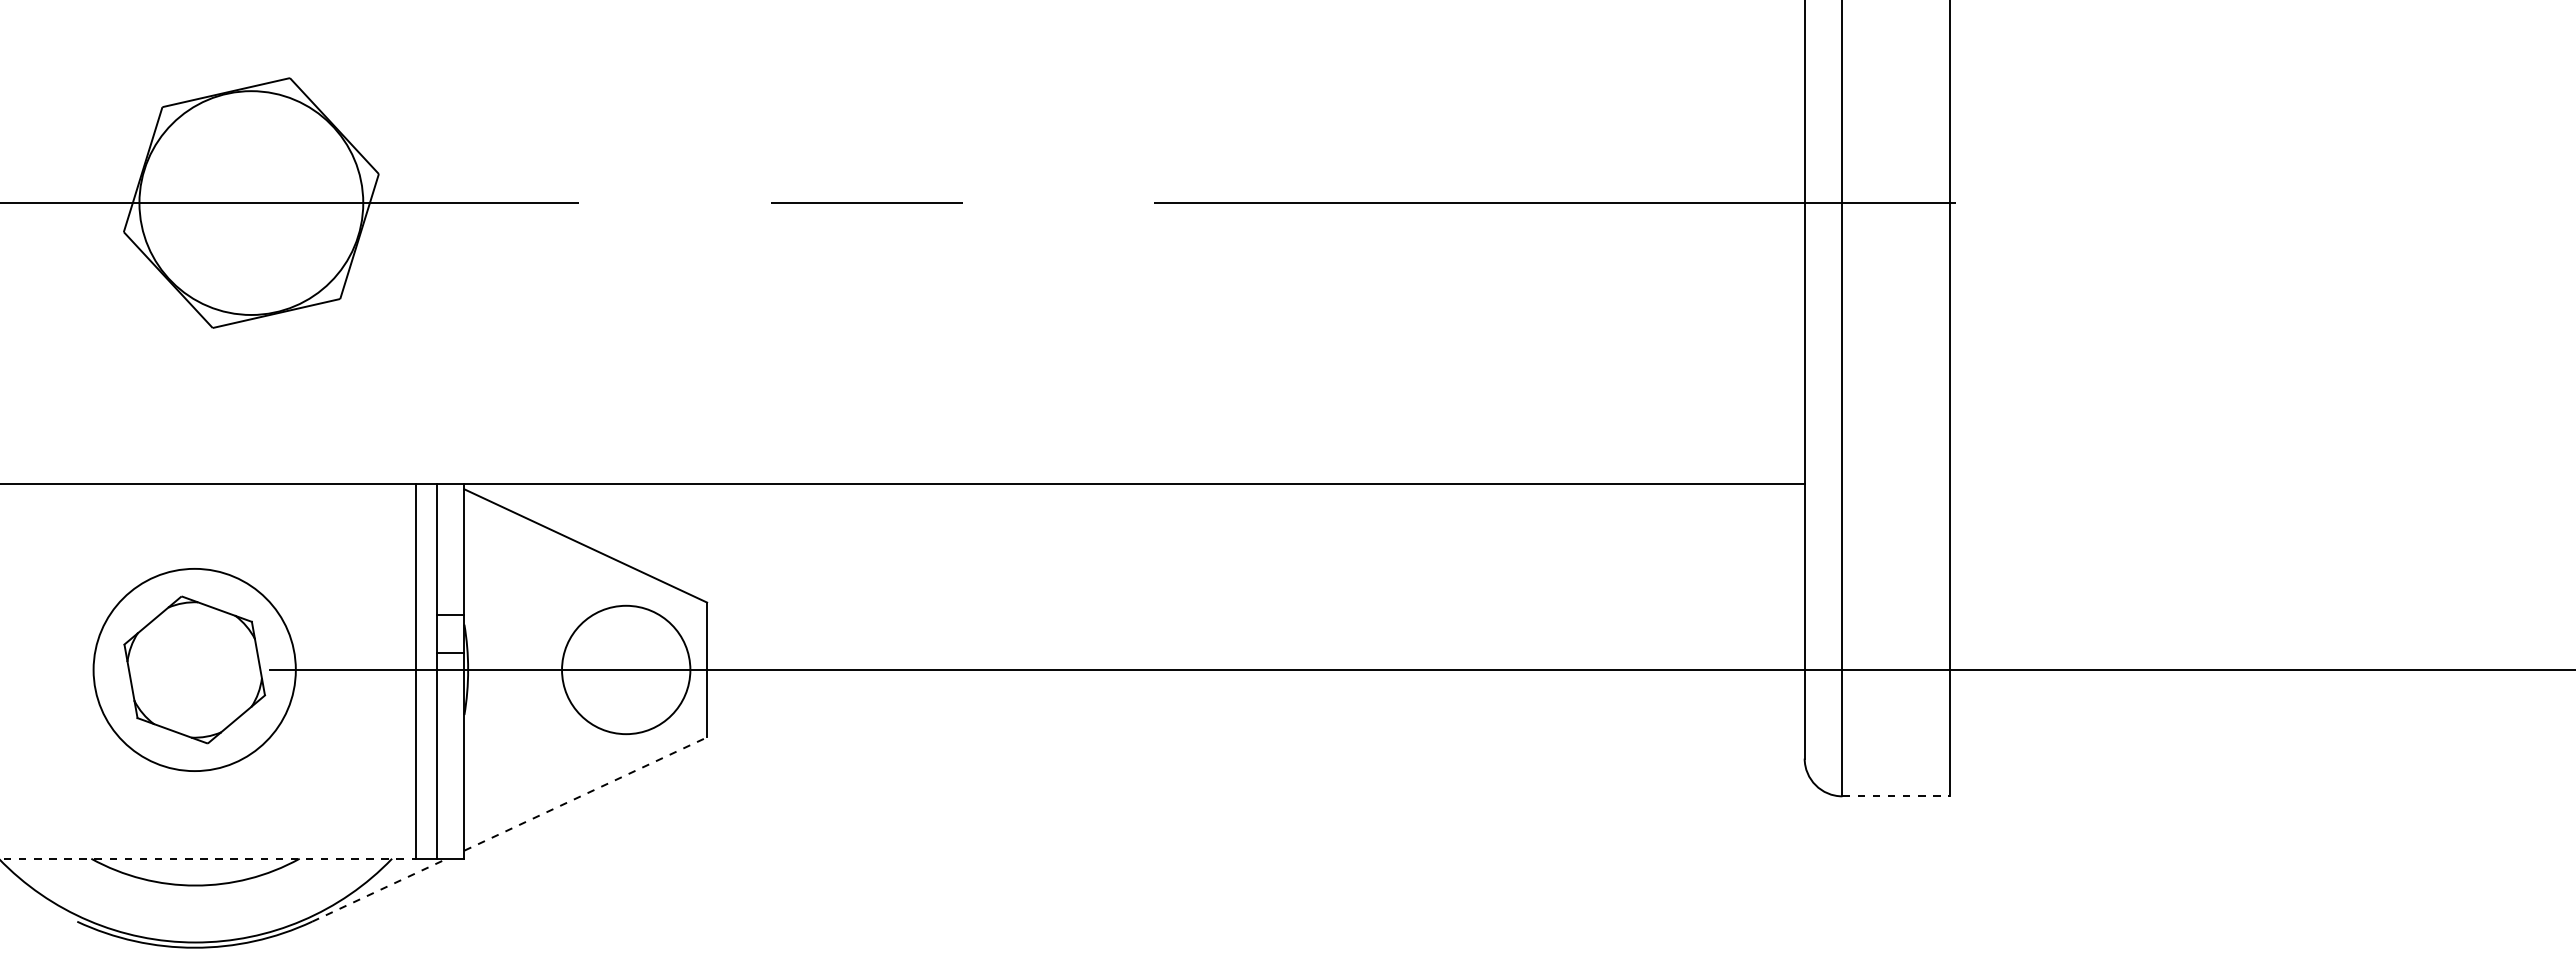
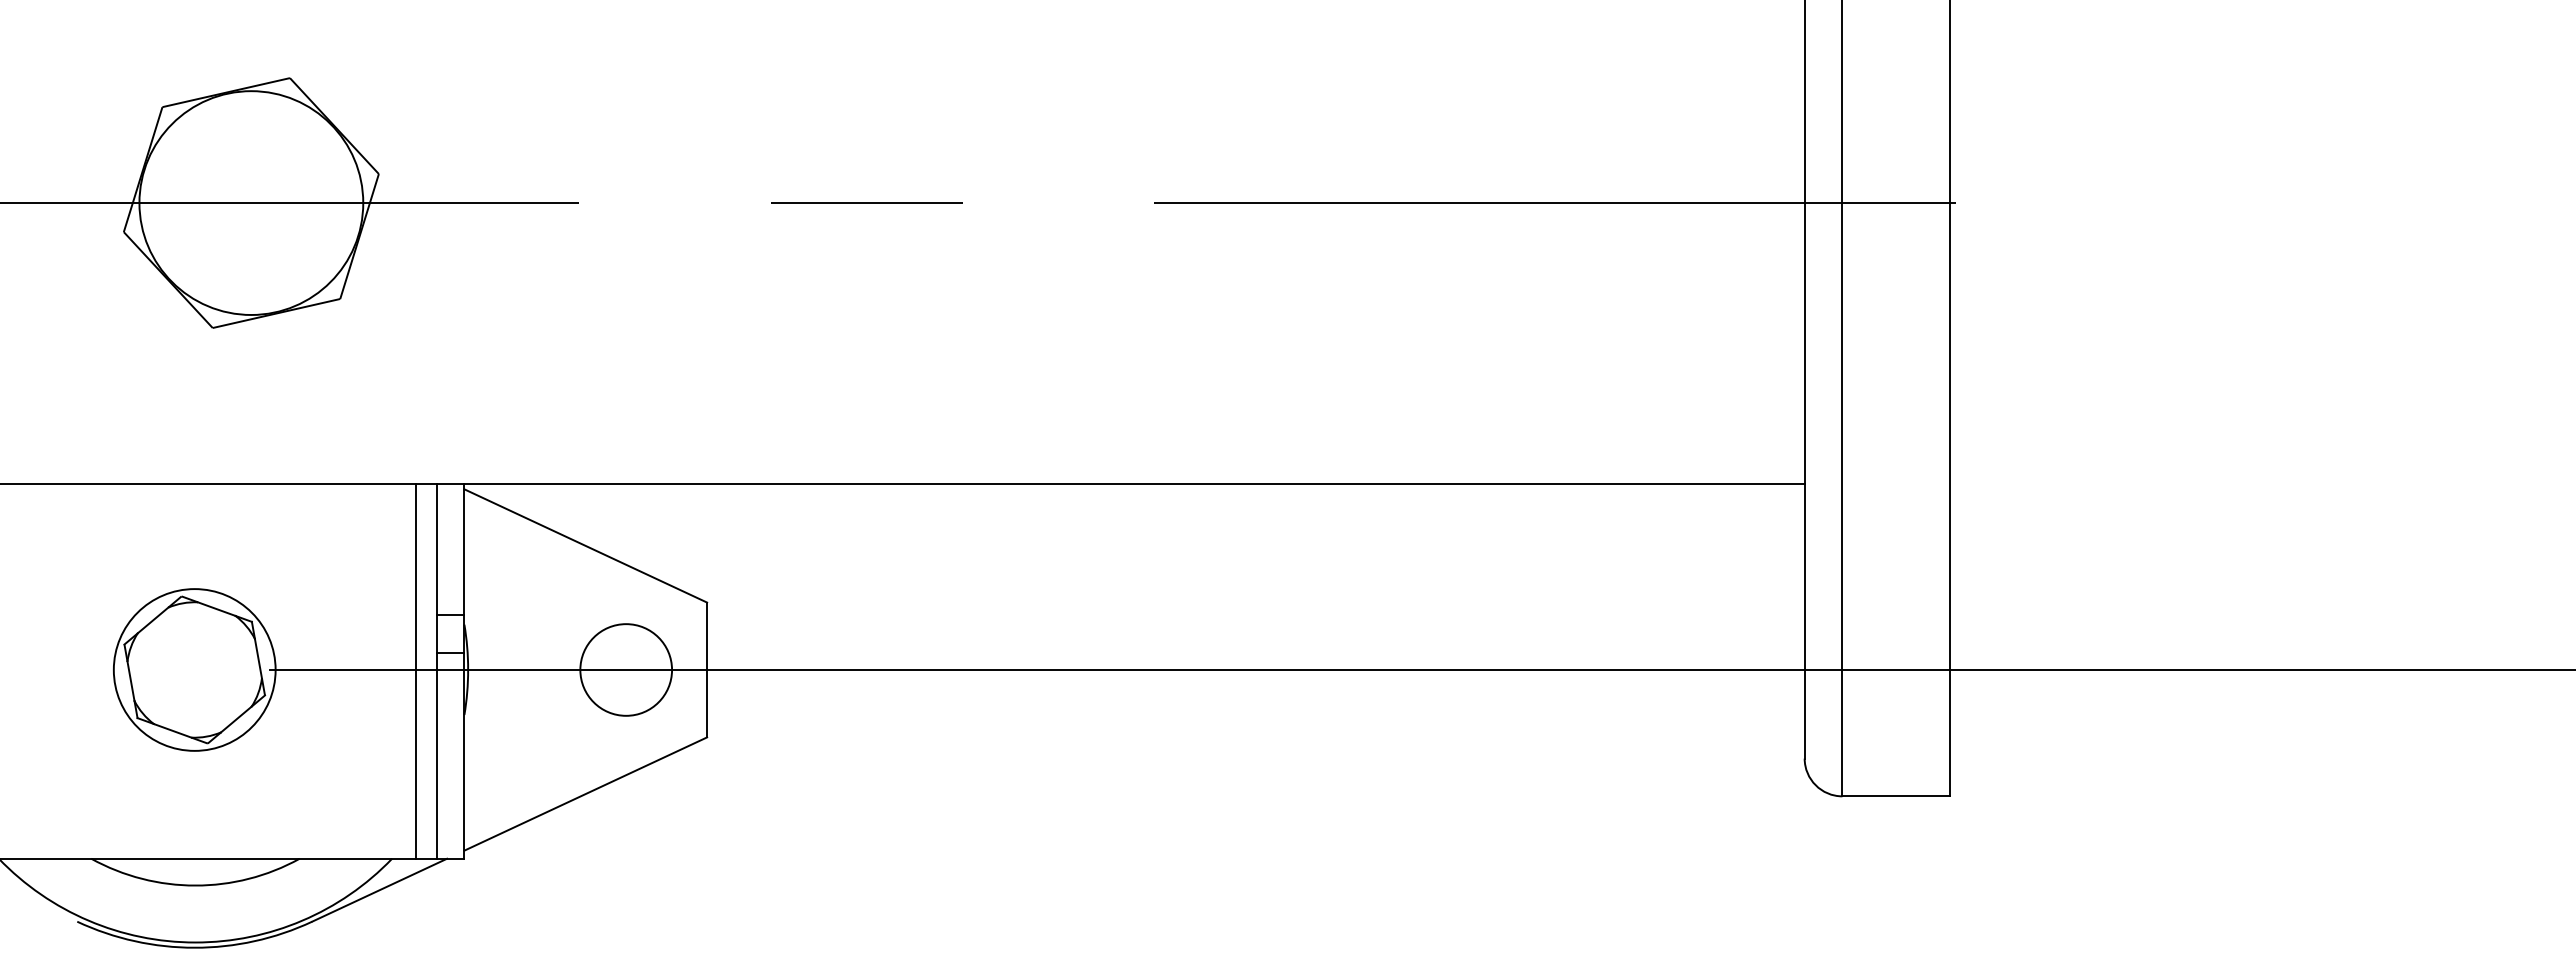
circle at (194, 669) diameter: 202 px -> 162 px
circle at (626, 669) diameter: 128 px -> 92 px
line at (585, 794): dashed -> solid
line at (1896, 796): dashed -> solid
line at (208, 858): dashed -> solid
line at (380, 890): dashed -> solid
